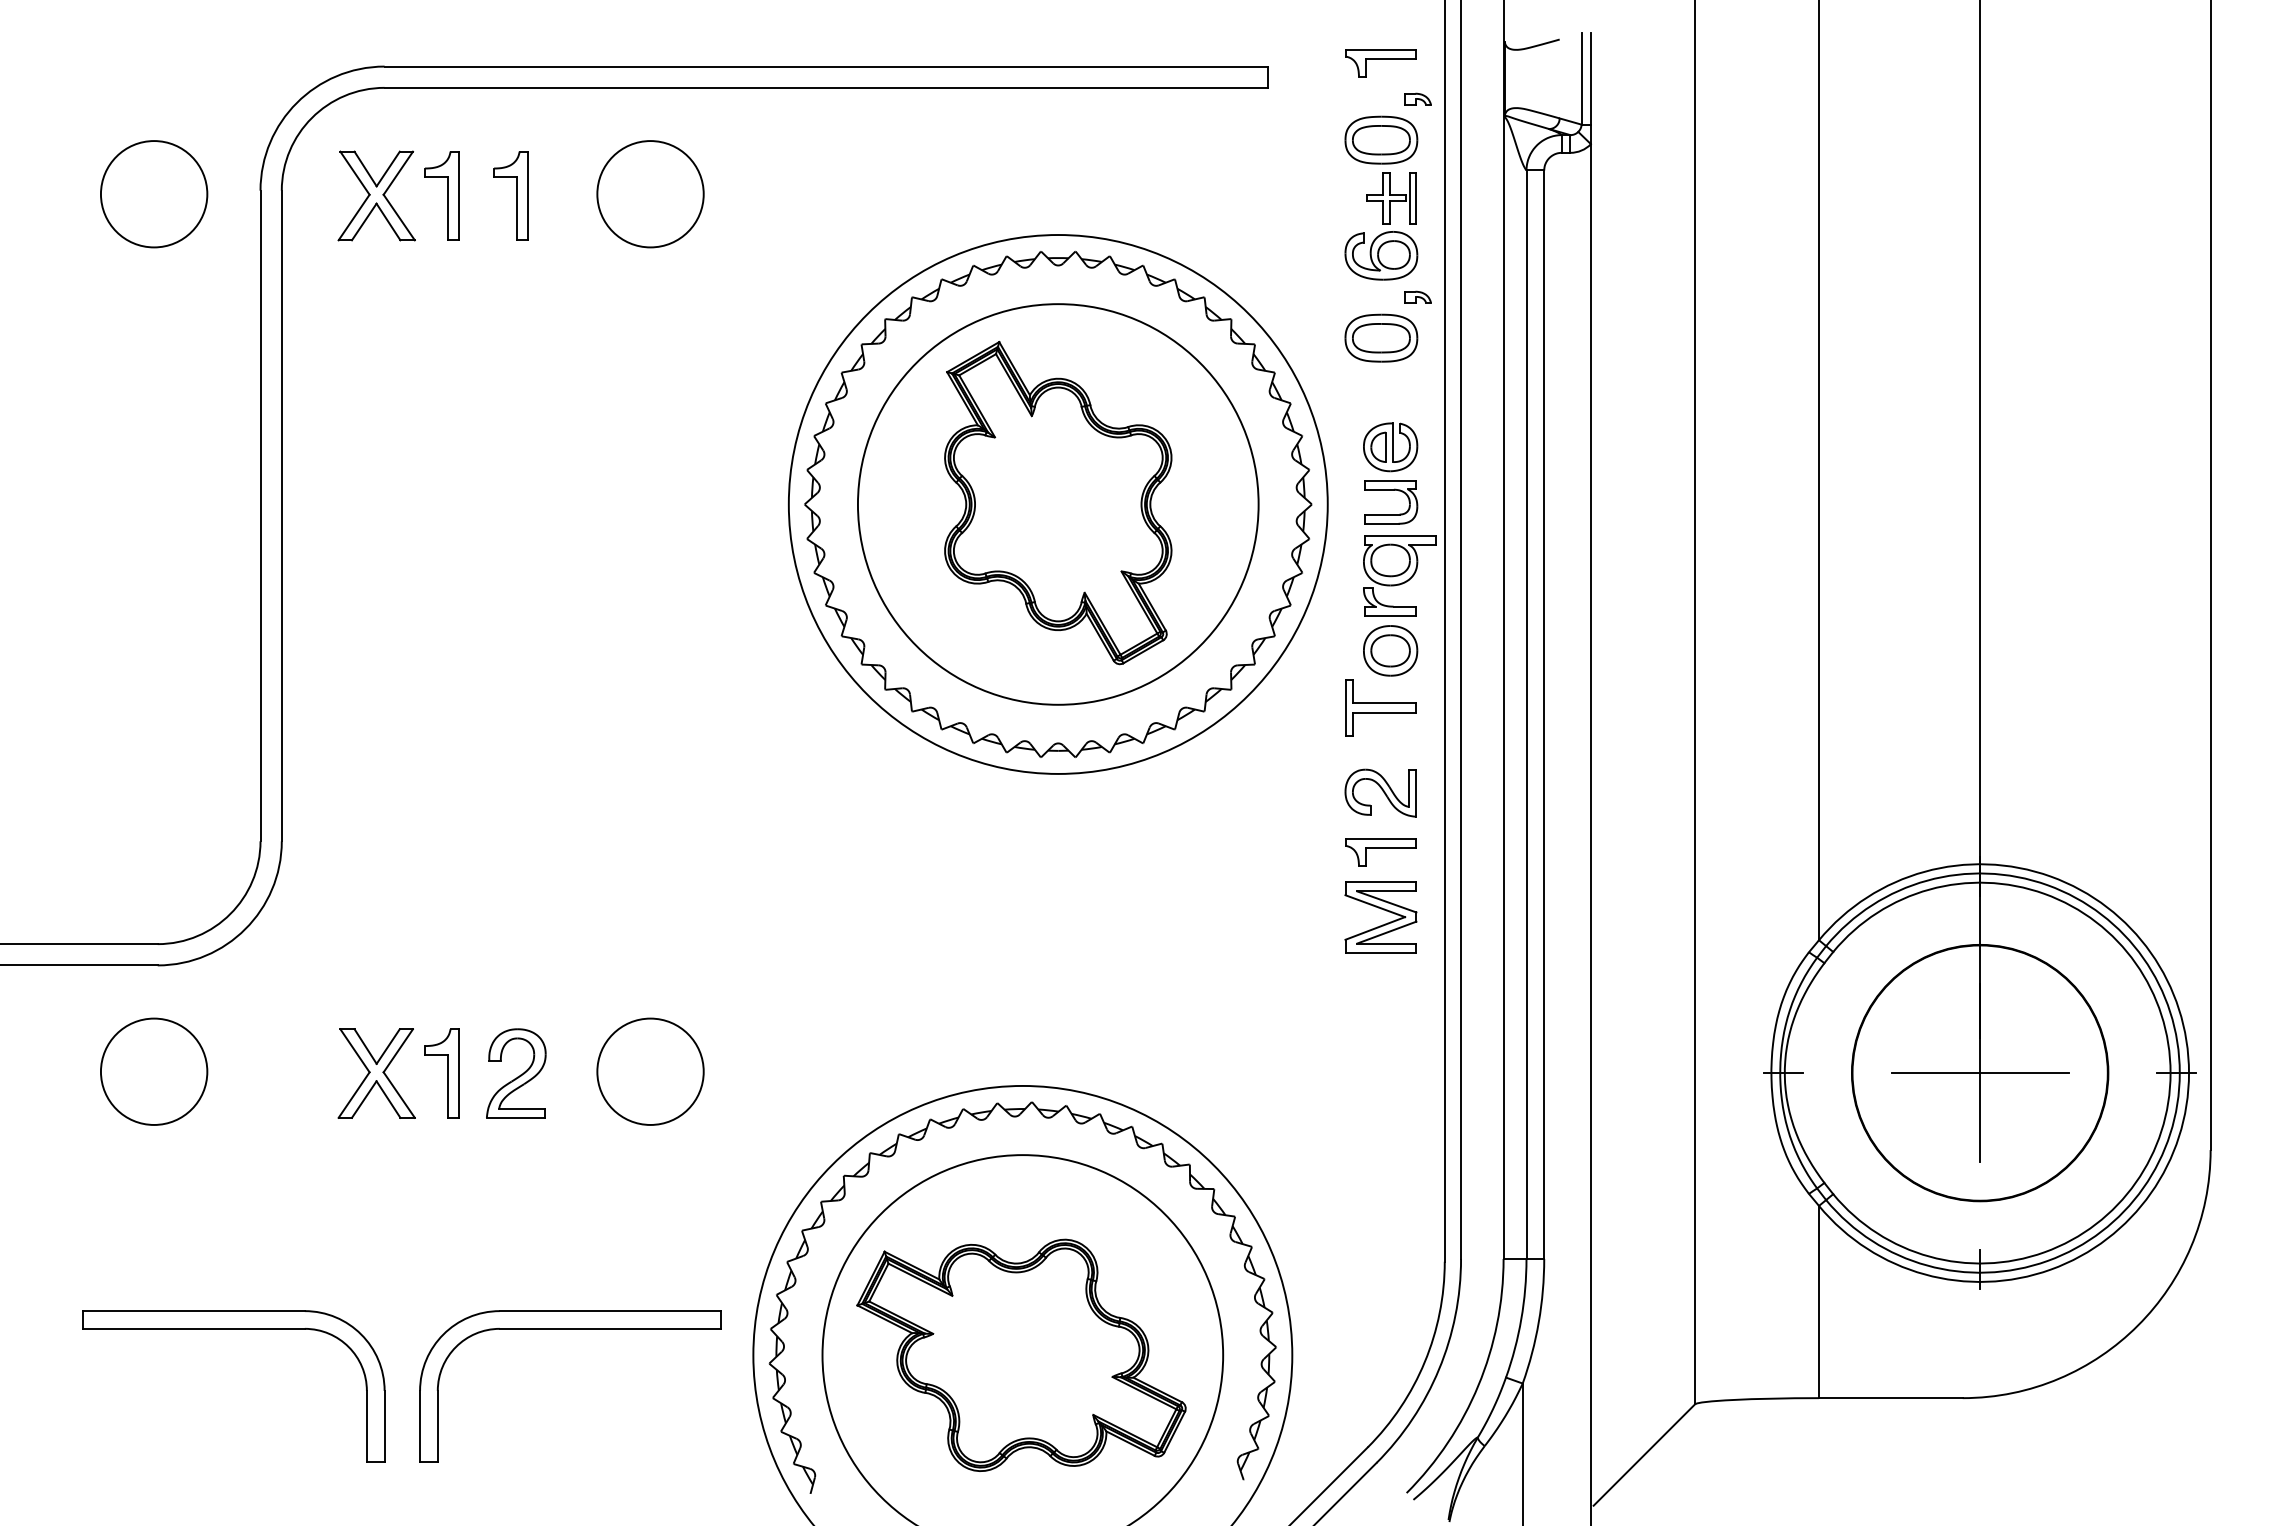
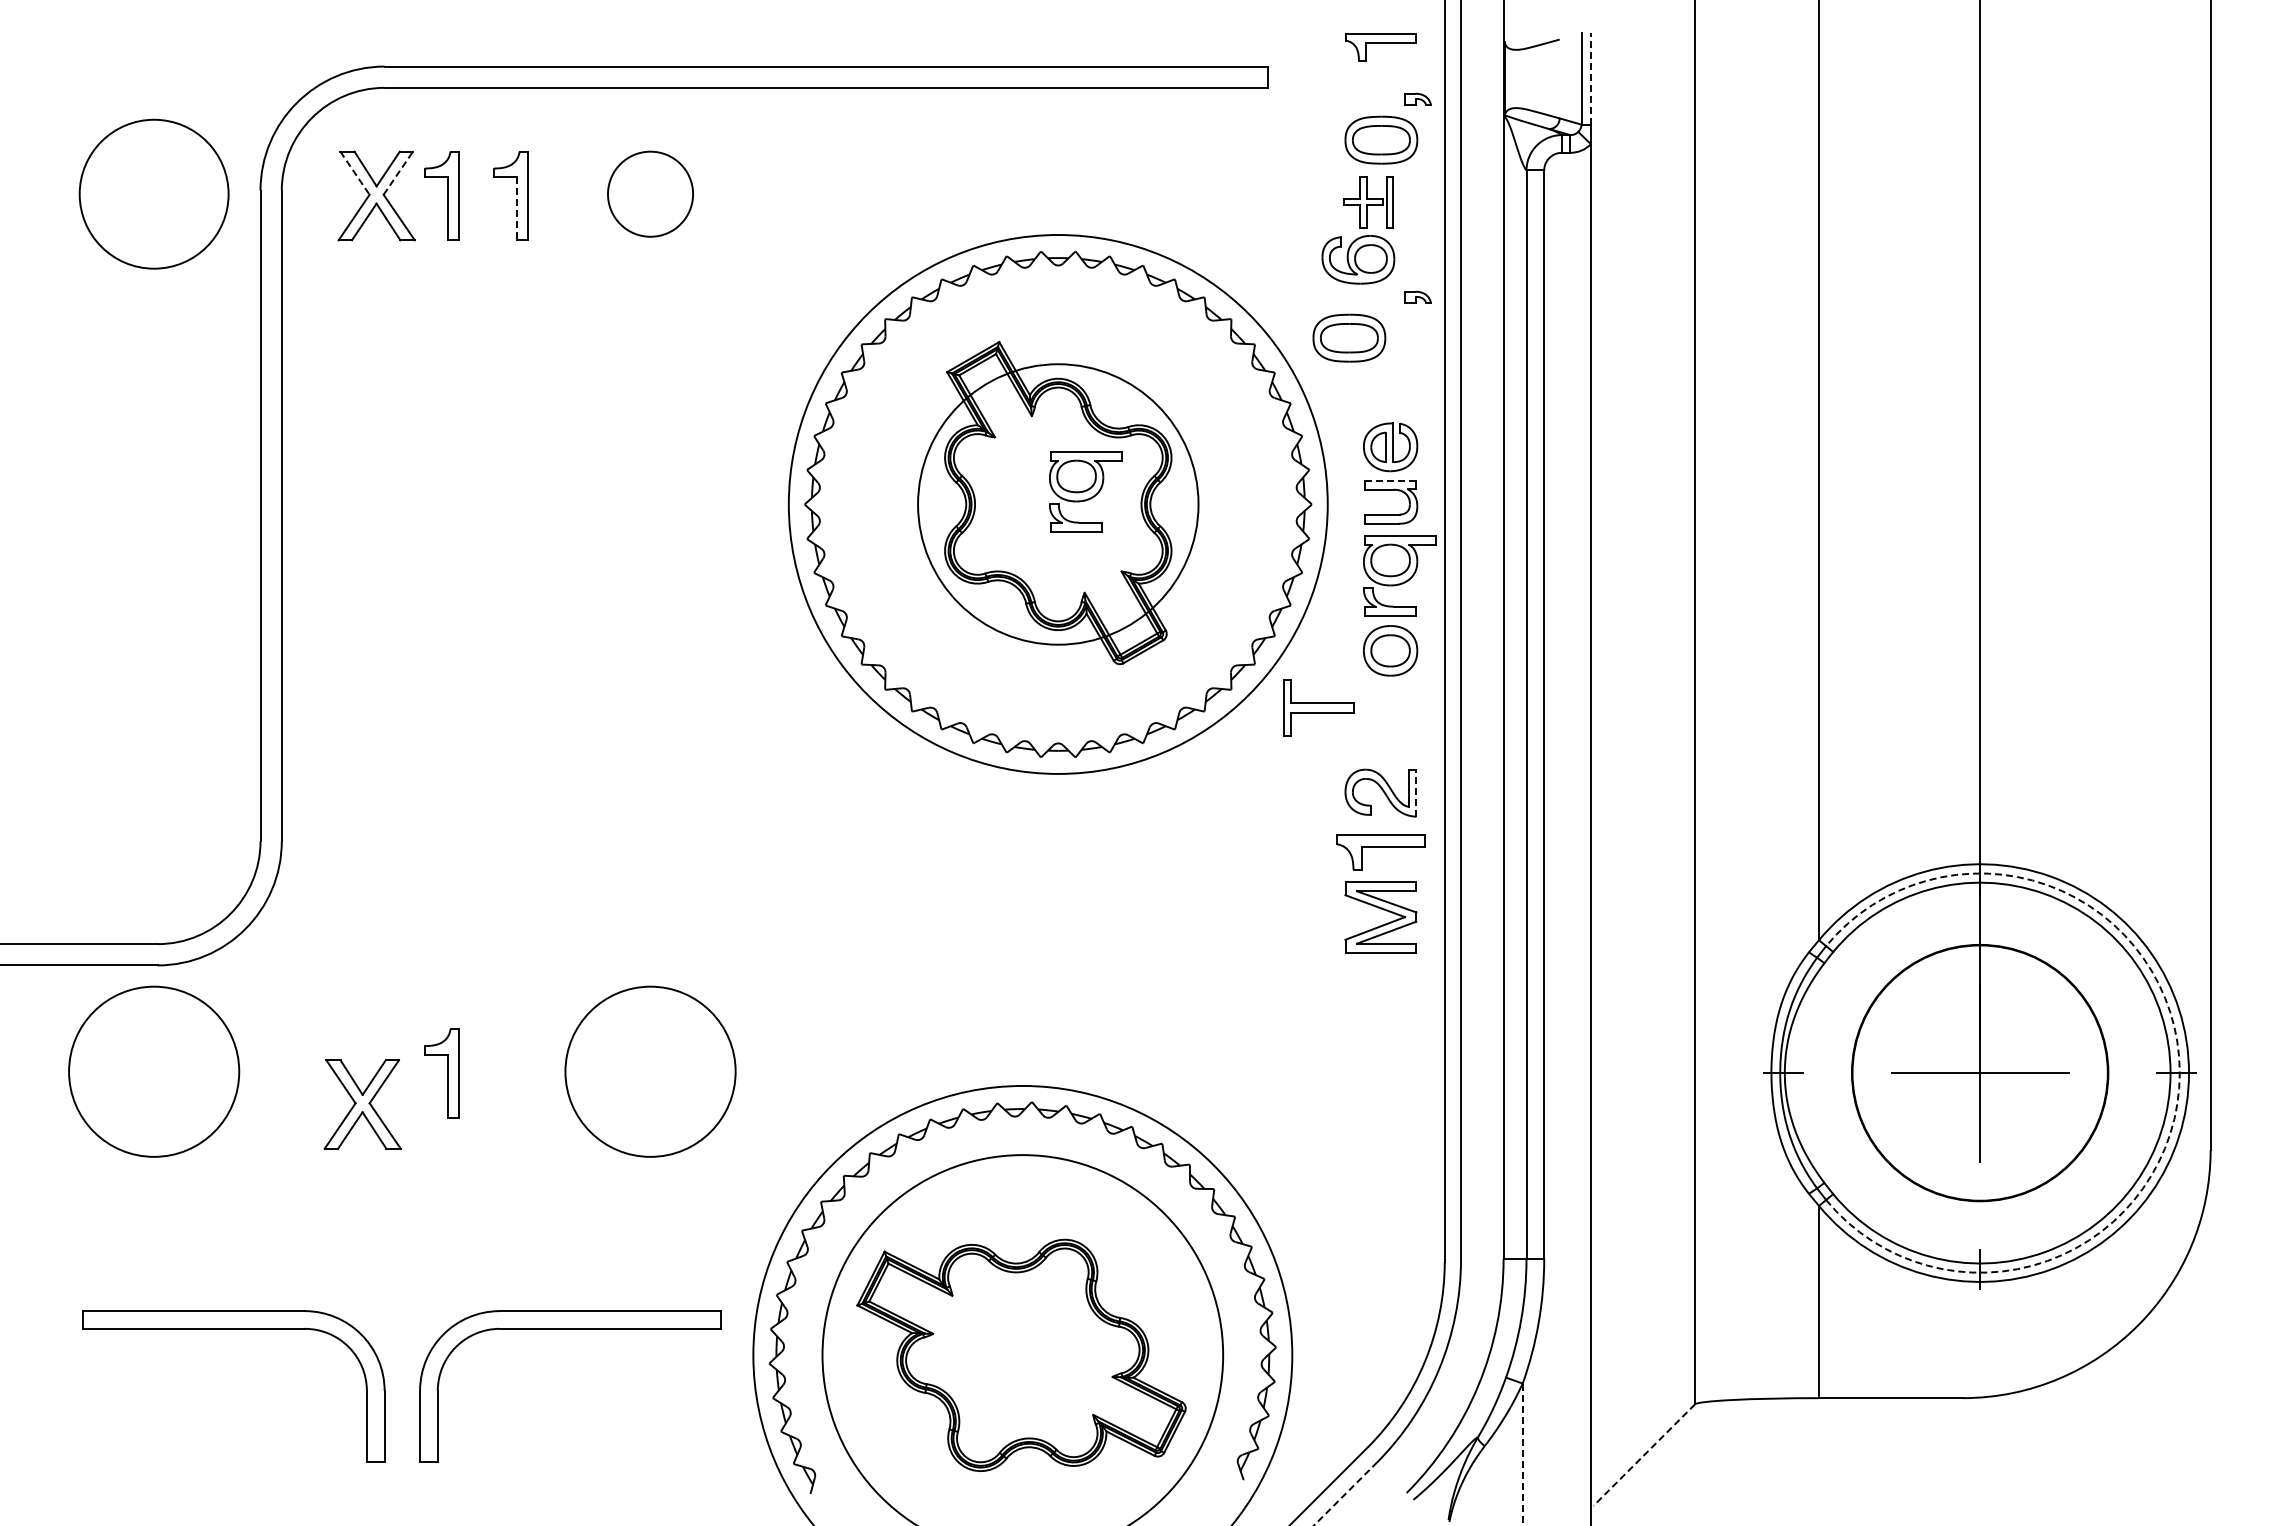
part at (1380, 63) position: (1380, 63) -> (1380, 47)
line at (1590, 78): solid -> dashed
line at (398, 172): solid -> dashed
line at (355, 173): solid -> dashed
circle at (153, 194) diameter: 106 px -> 149 px
circle at (650, 194) diameter: 106 px -> 85 px
line at (516, 208): solid -> dashed
part at (1381, 226) position: (1381, 226) -> (1358, 230)
part at (1381, 337) position: (1381, 337) -> (1349, 337)
line at (1390, 480): solid -> dashed
part at (1085, 491): none -> present
circle at (1057, 504) diameter: 401 px -> 280 px
part at (1380, 707) position: (1380, 707) -> (1318, 707)
line at (1416, 793): solid -> dashed
part at (1380, 852) size: 72x29 px -> 90x37 px
circle at (153, 1071) diameter: 106 px -> 170 px
circle at (650, 1071) diameter: 106 px -> 170 px
part at (376, 1073) position: (376, 1073) -> (362, 1104)
part at (516, 1073): present -> none
arc at (2179, 1073): solid -> dashed
line at (1522, 1454): solid -> dashed
line at (1644, 1455): solid -> dashed
line at (1345, 1494): solid -> dashed
